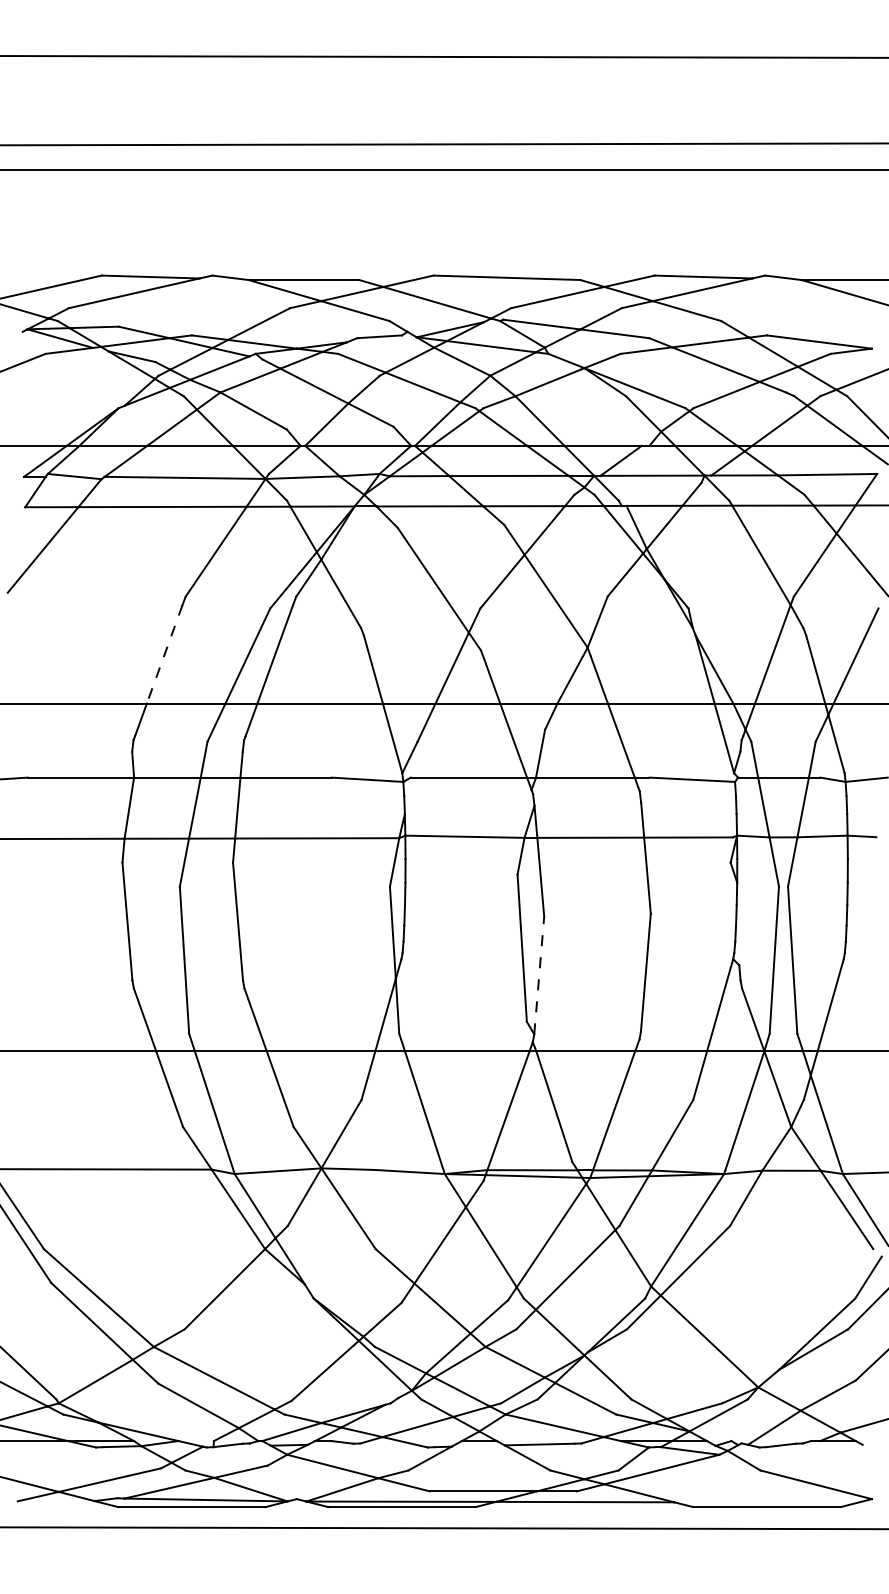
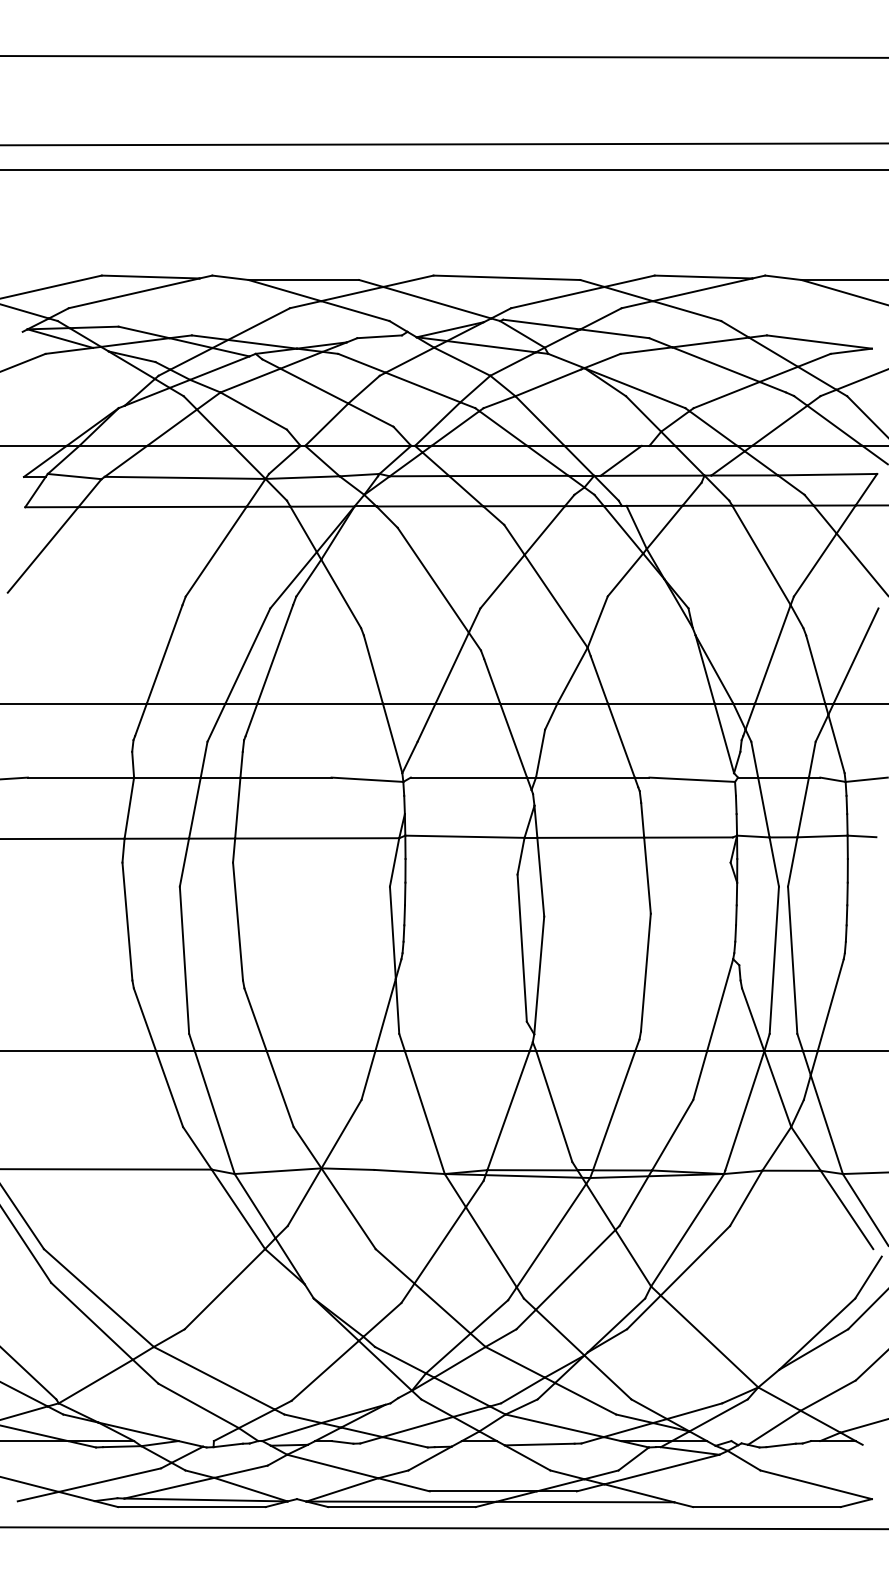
line at (164, 654): dashed -> solid
line at (539, 974): dashed -> solid
